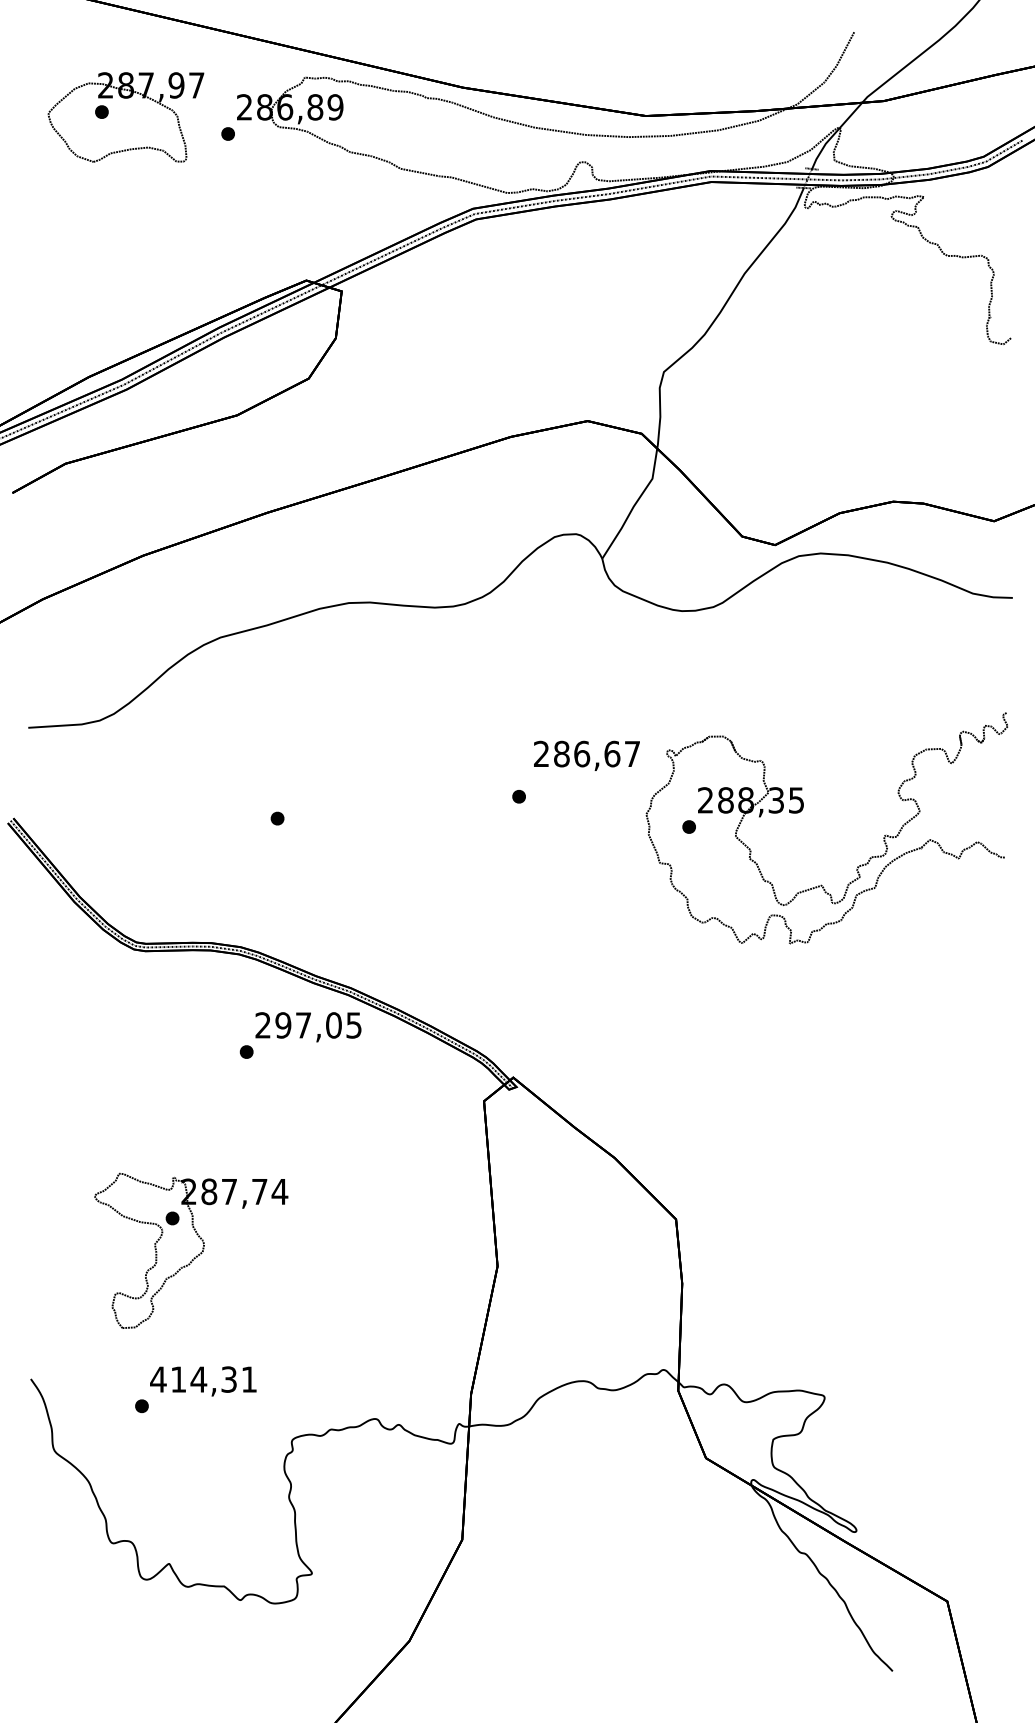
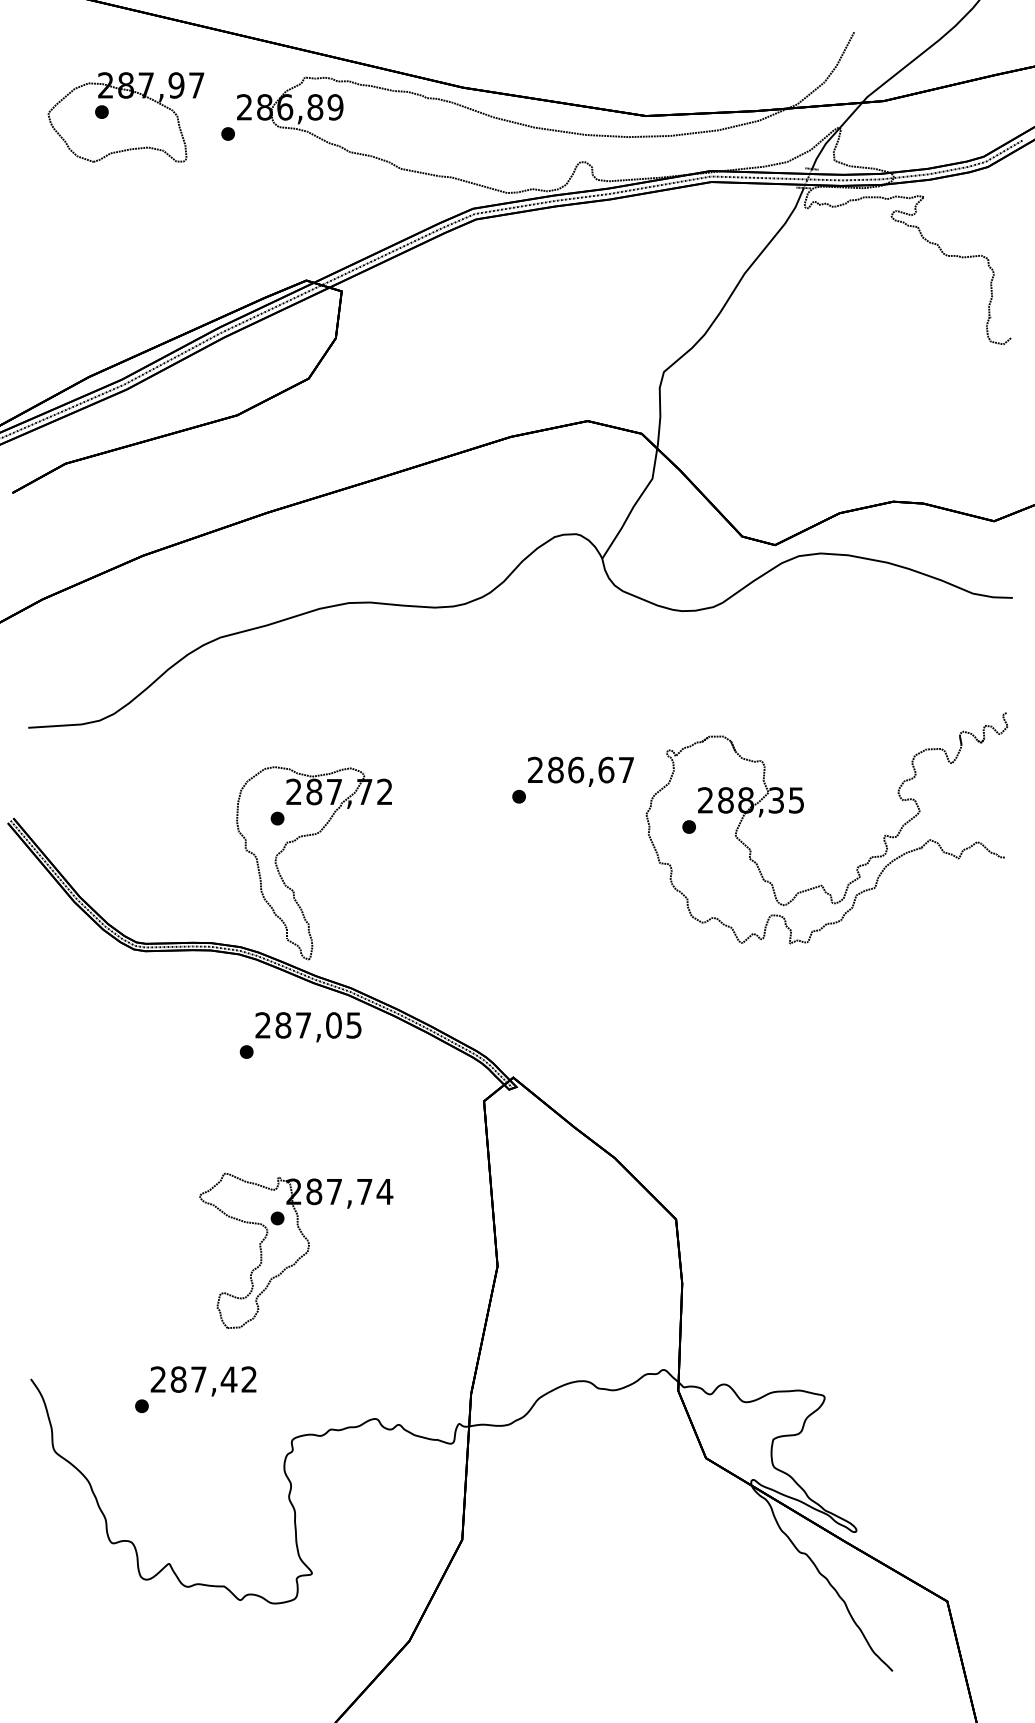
text at (586, 755) position: (586, 755) -> (580, 771)
part at (308, 836): none -> present
text at (283, 1025): 297,05 -> 287,05
part at (191, 1250) position: (191, 1250) -> (296, 1250)
text at (203, 1379): 414,31 -> 287,42
